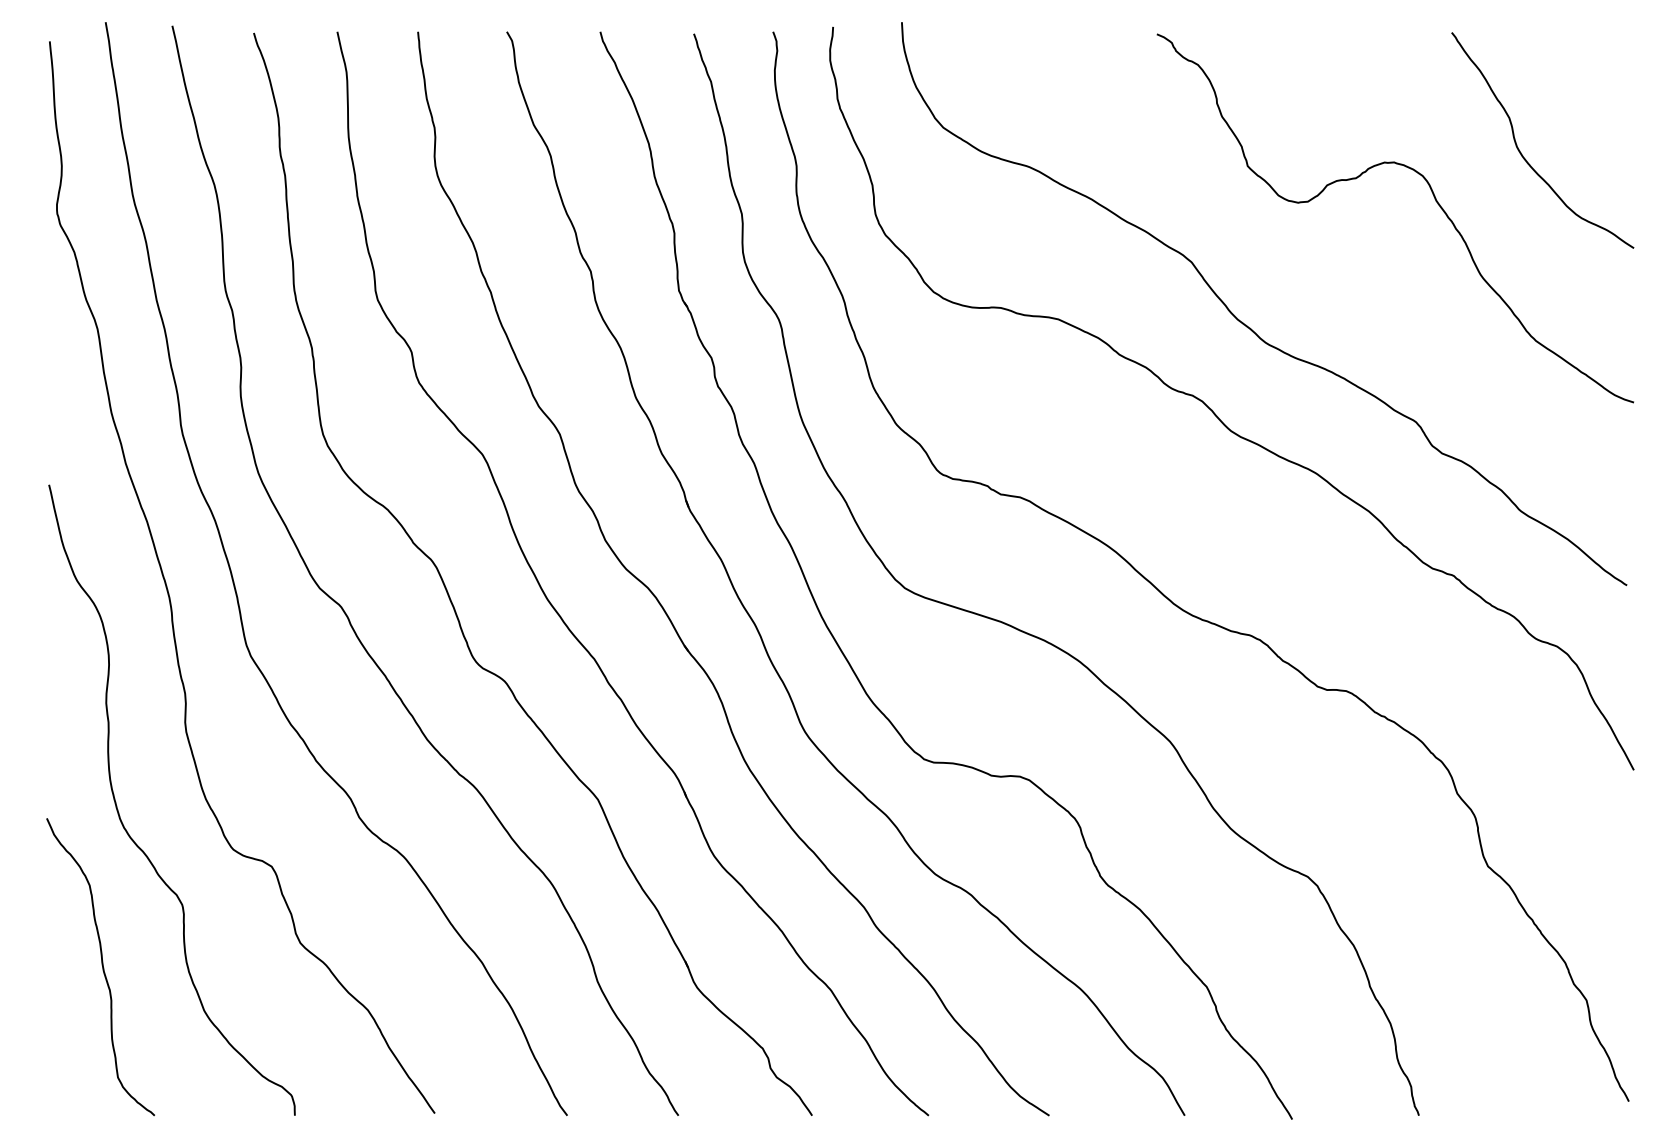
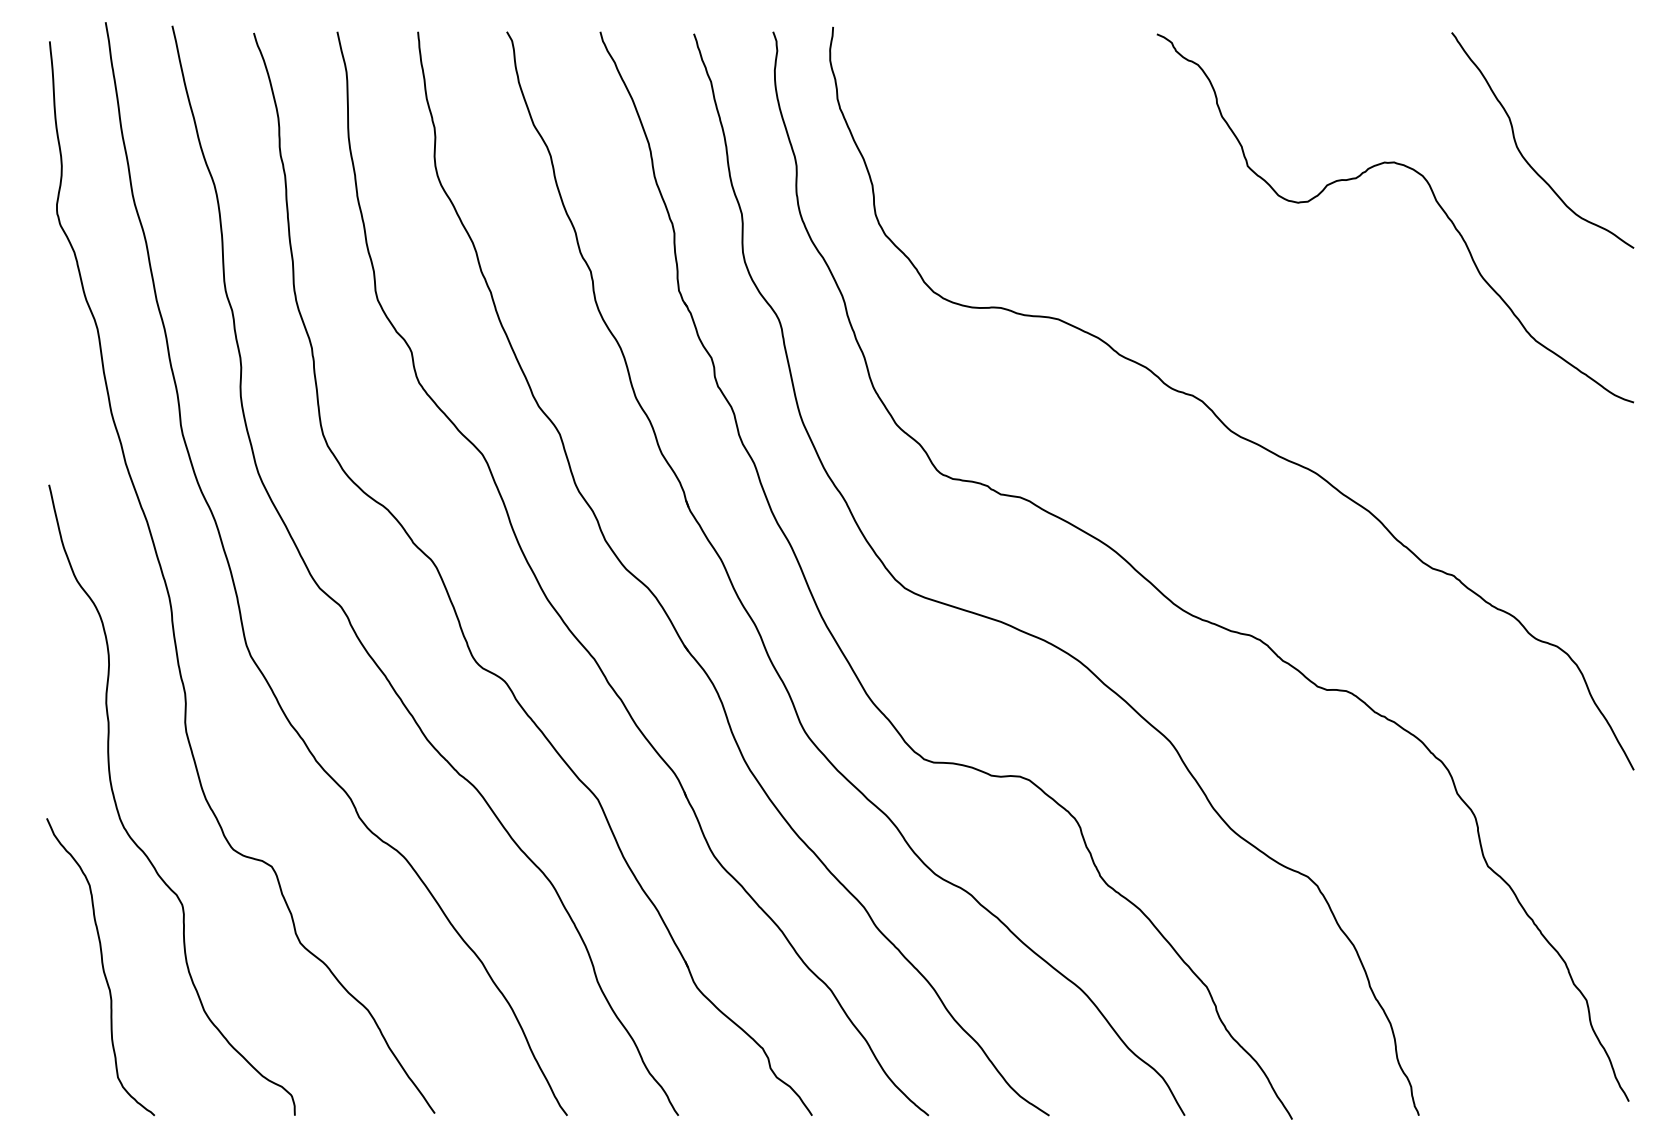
curve at (1246, 324): present -> none
